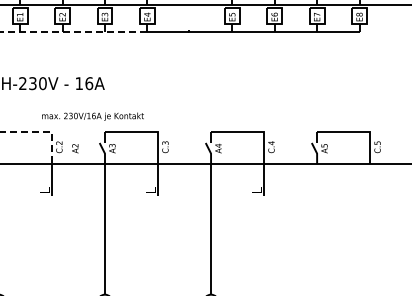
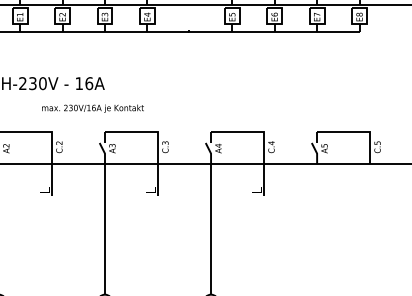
line at (73, 31): dashed -> solid
text at (92, 116) position: (92, 116) -> (92, 108)
line at (43, 132): dashed -> solid
text at (75, 148) position: (75, 148) -> (6, 148)
